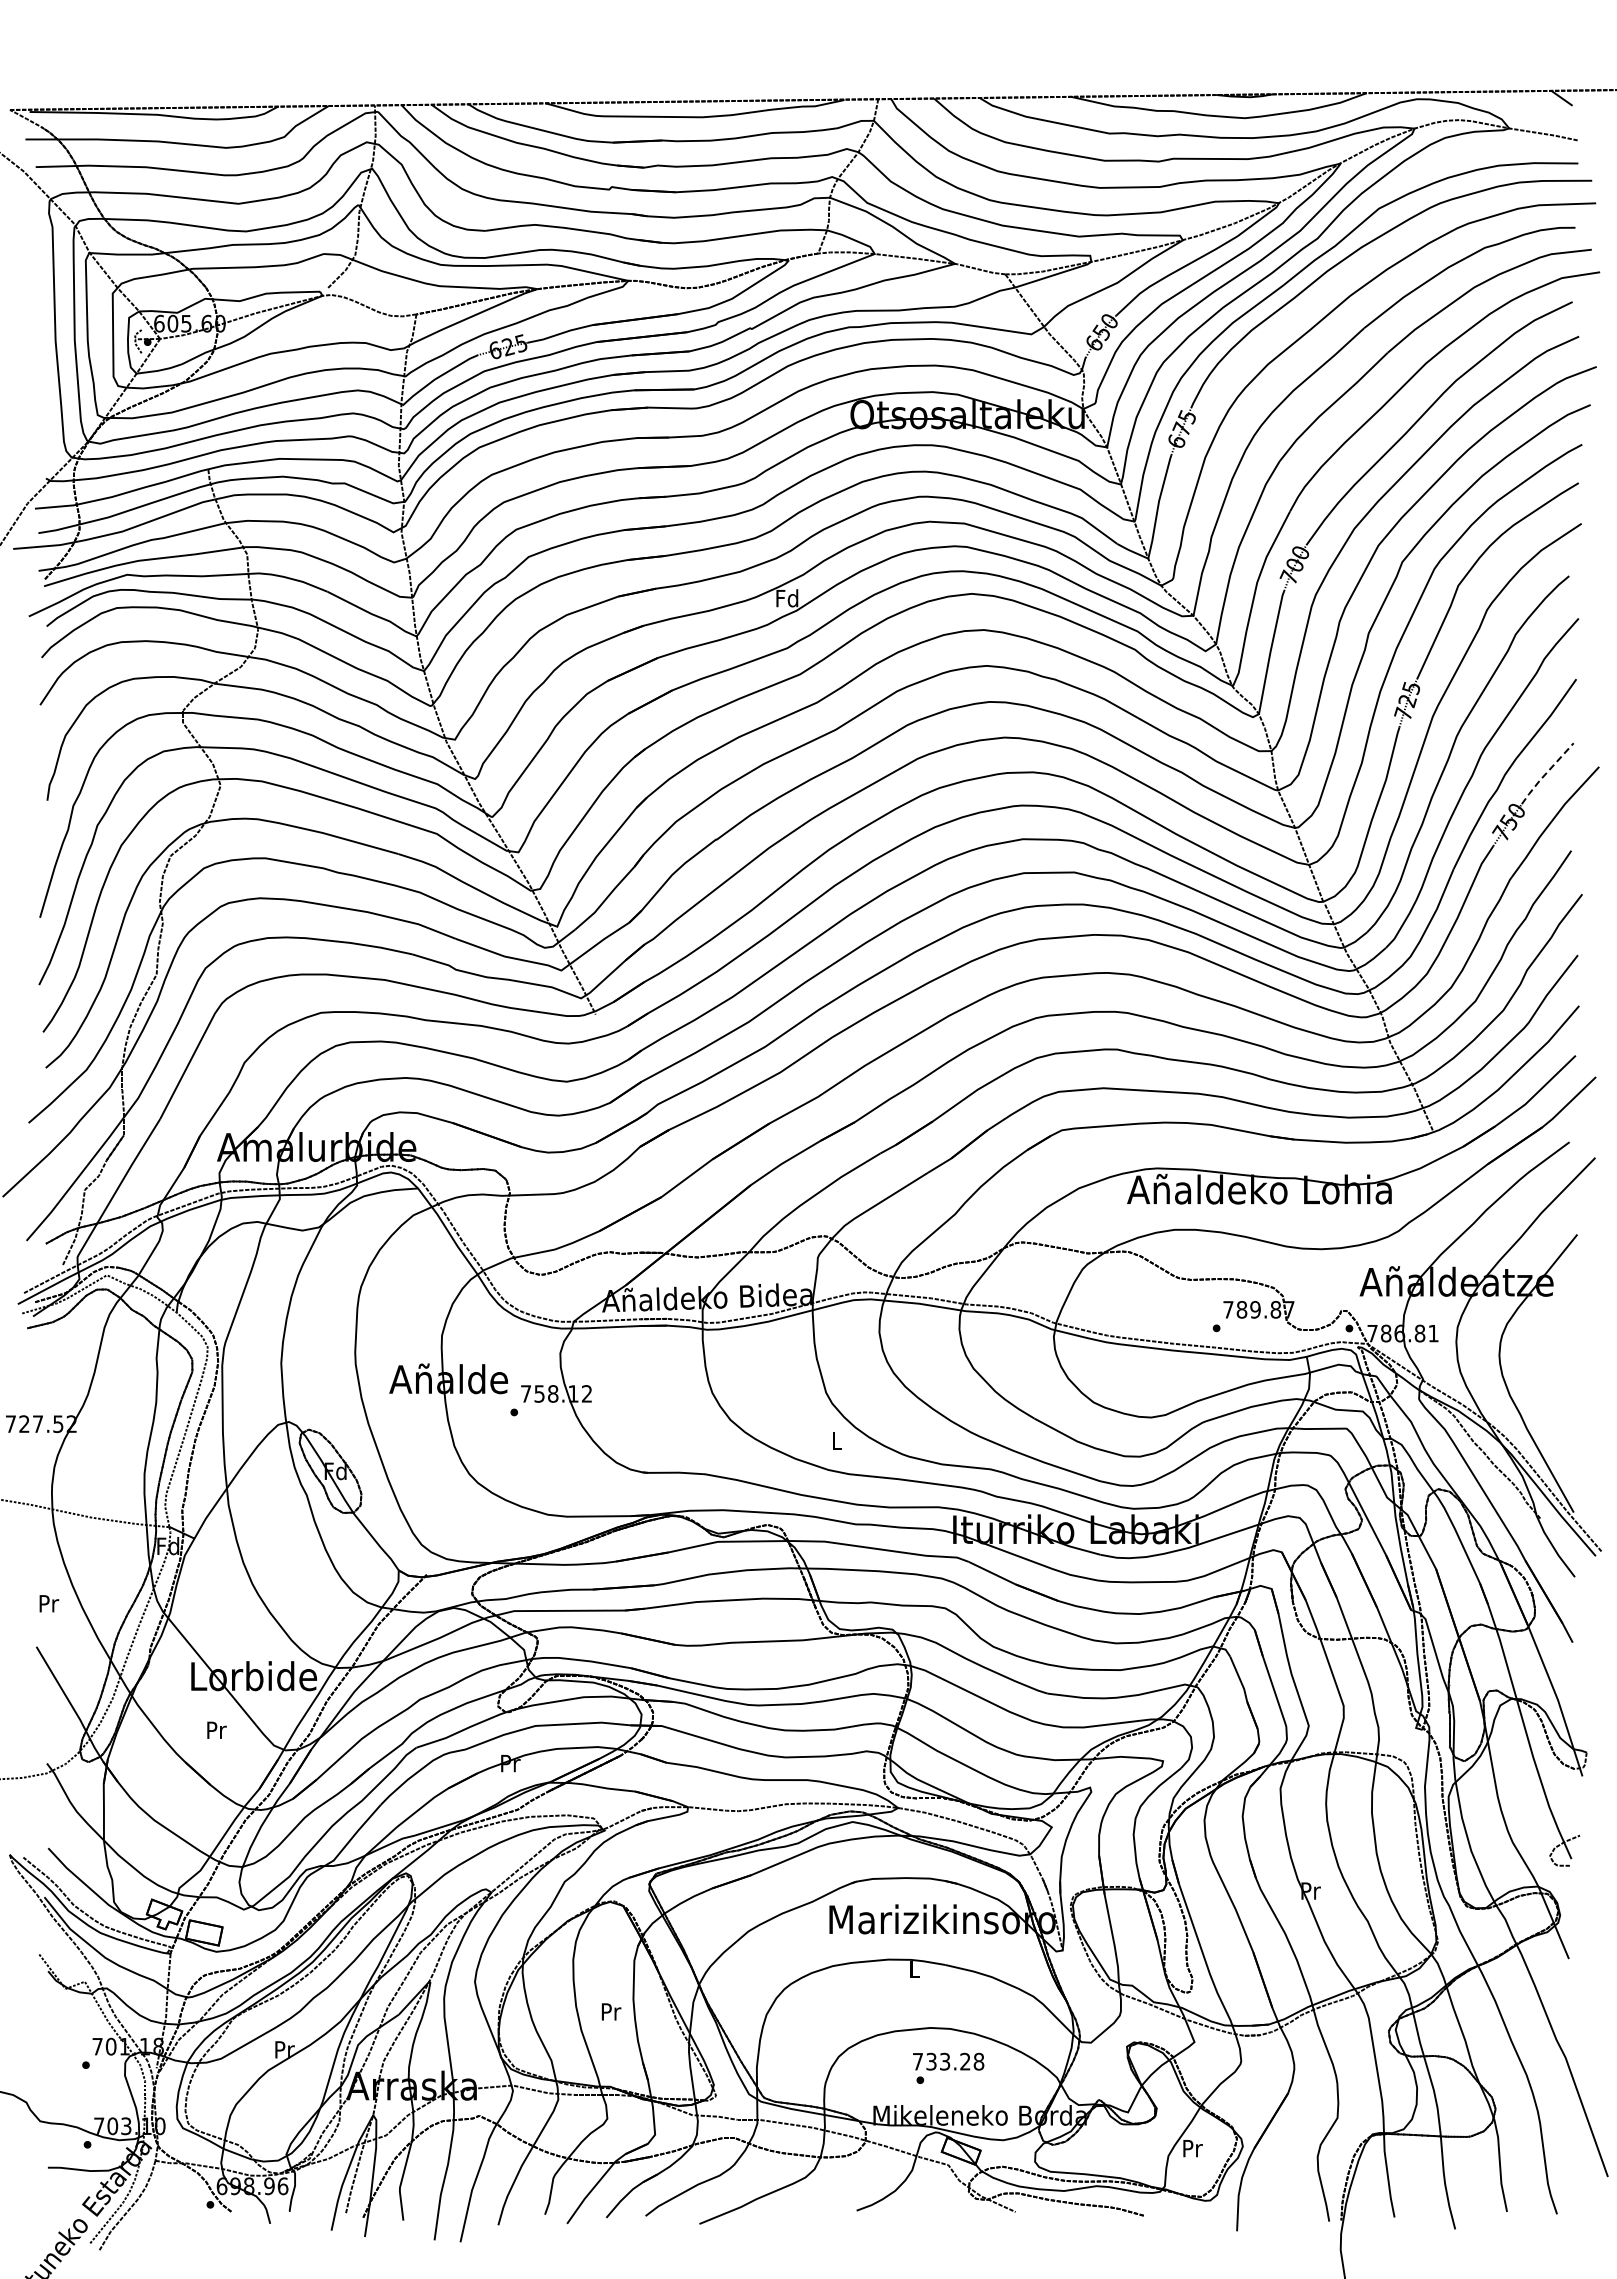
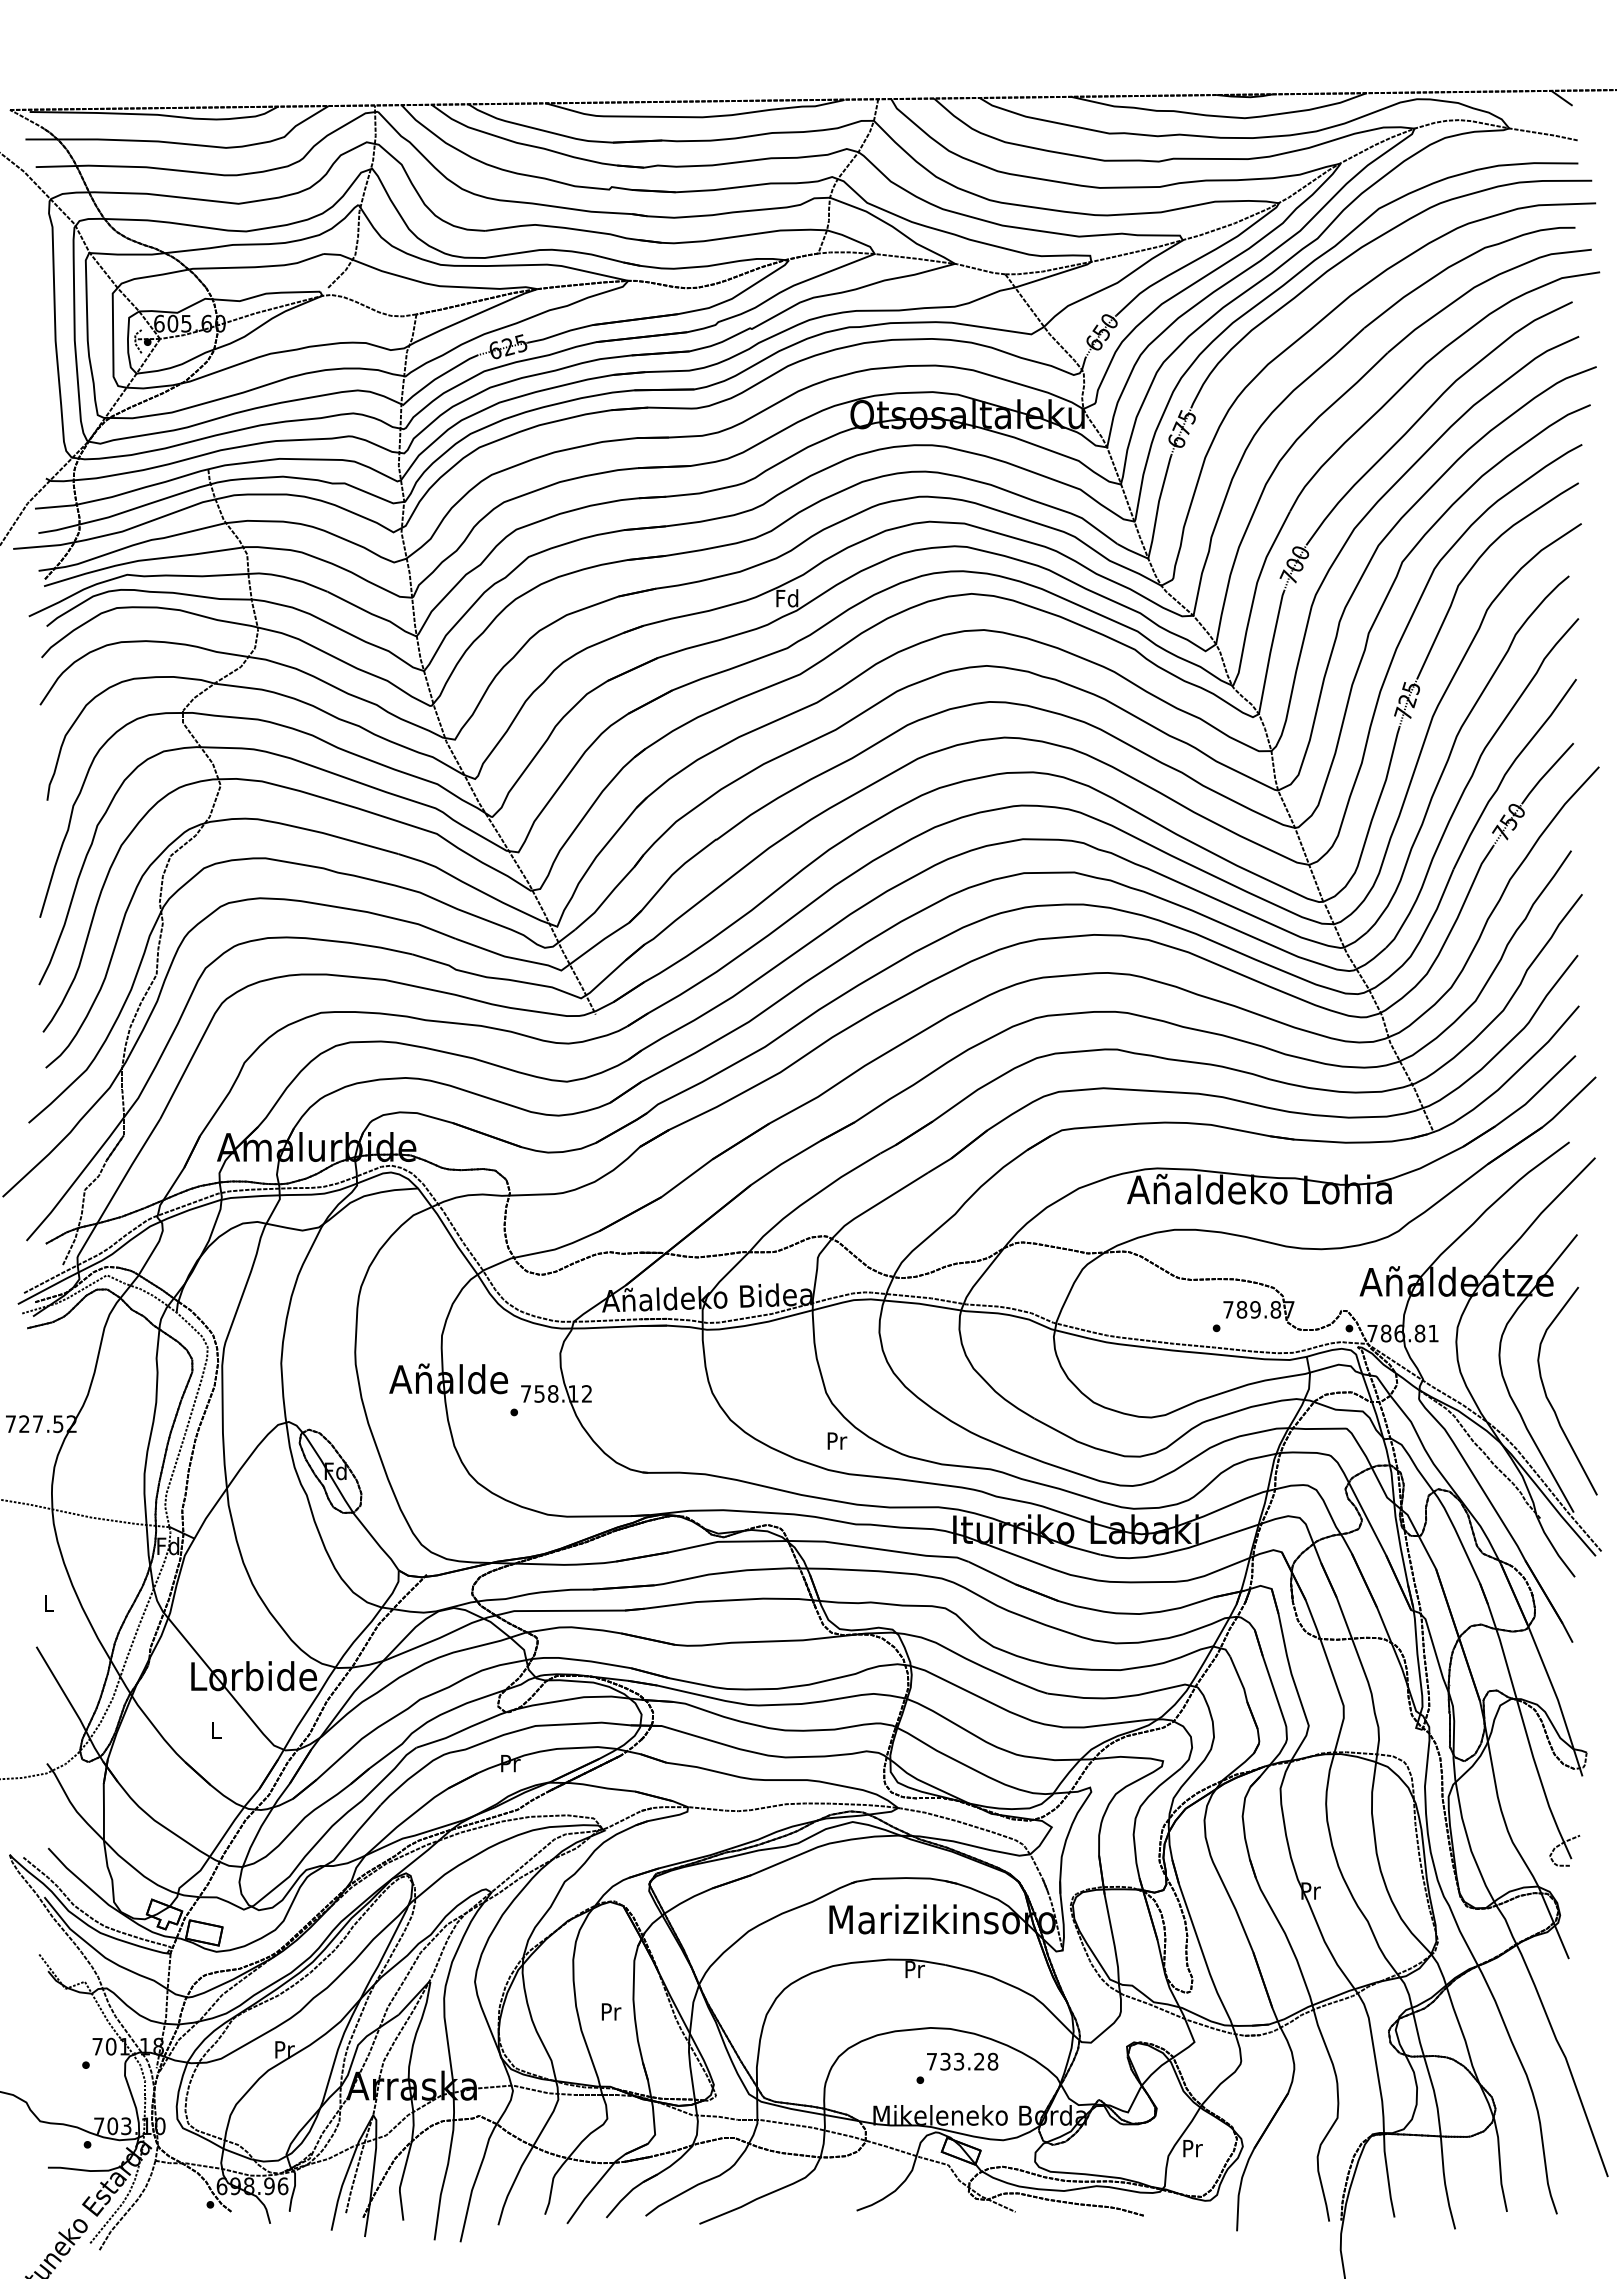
line at (1545, 773): dashed -> solid
curve at (1550, 1401): none -> present
text at (837, 1440): L -> Pr
text at (49, 1603): Pr -> L
text at (216, 1729): Pr -> L
text at (914, 1969): L -> Pr
text at (948, 2061) position: (948, 2061) -> (962, 2061)
